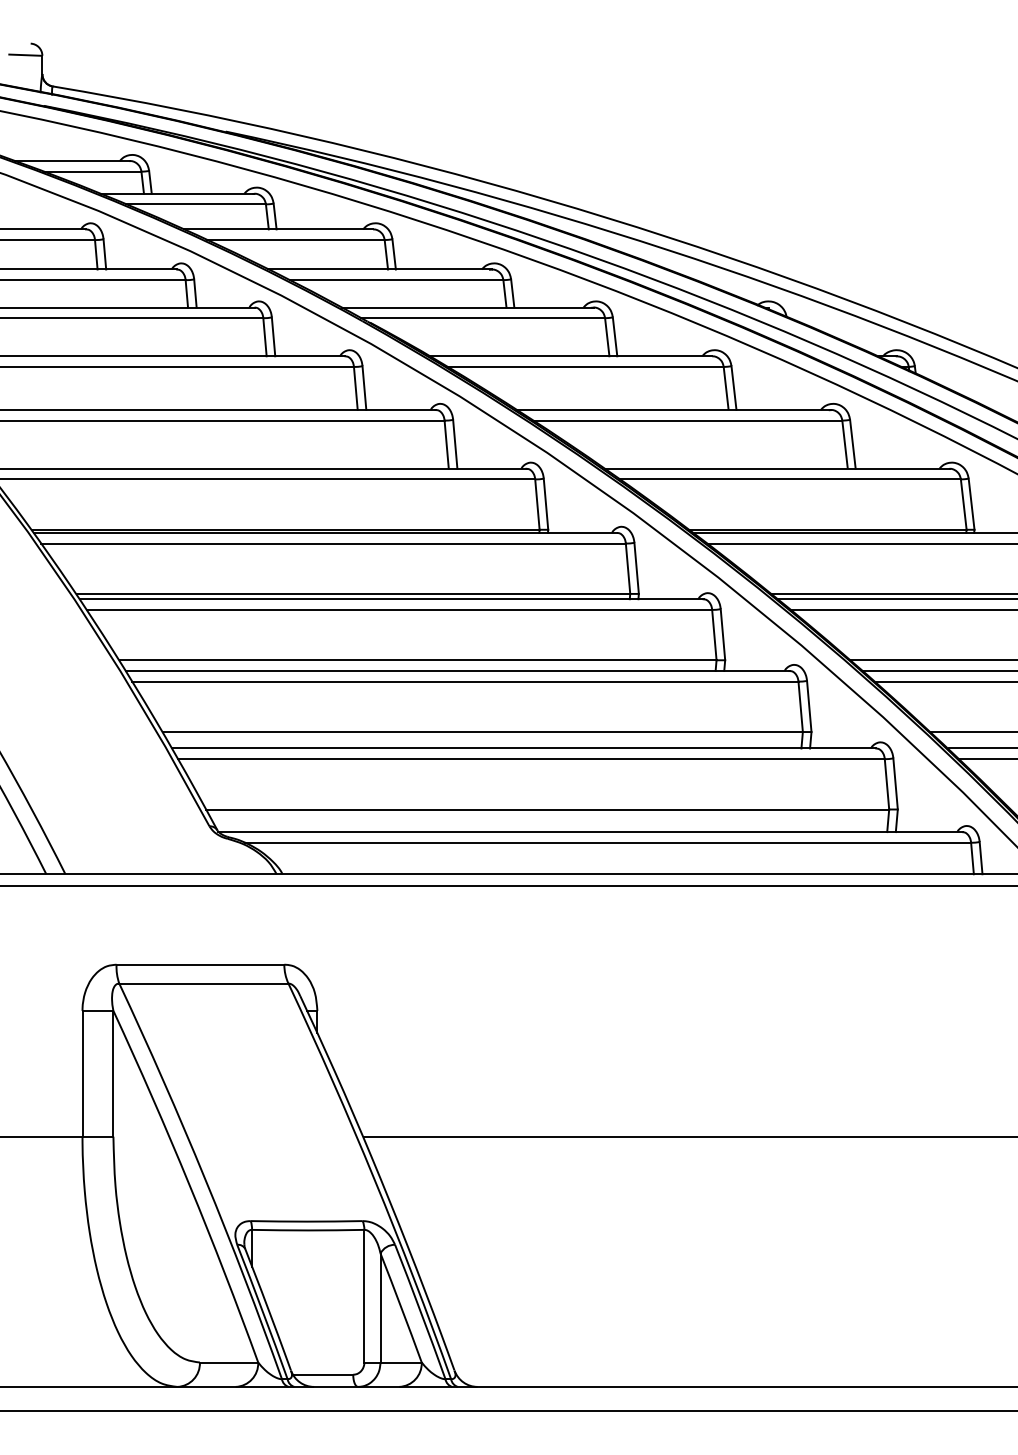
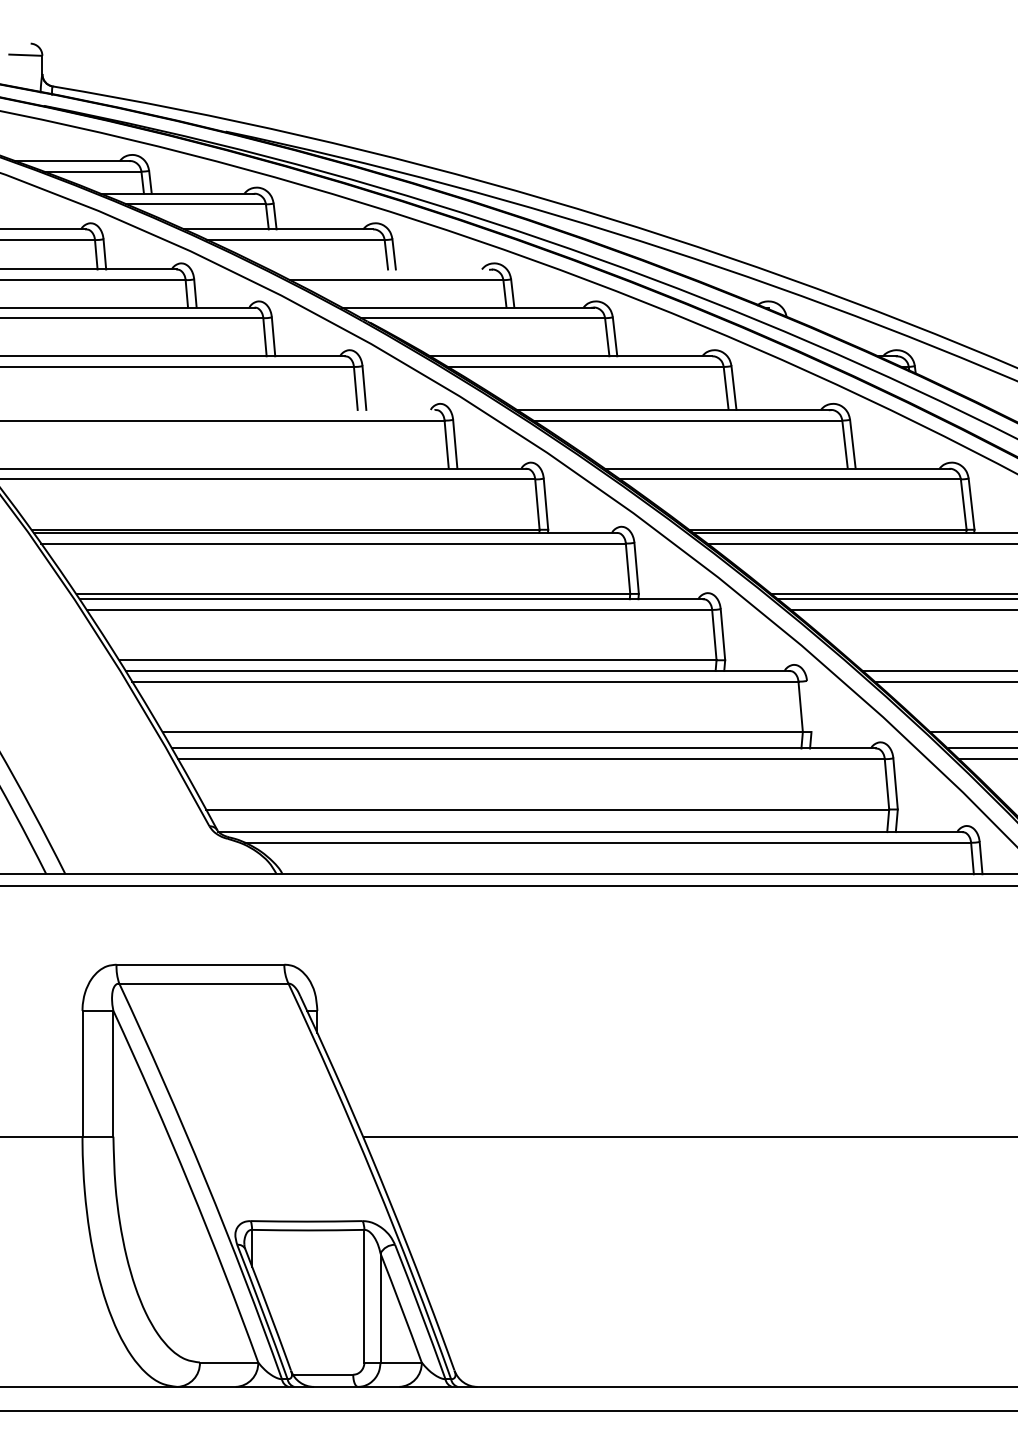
line at (379, 269): present -> none
line at (218, 409): present -> none
line at (932, 660): present -> none
line at (809, 706): present -> none
